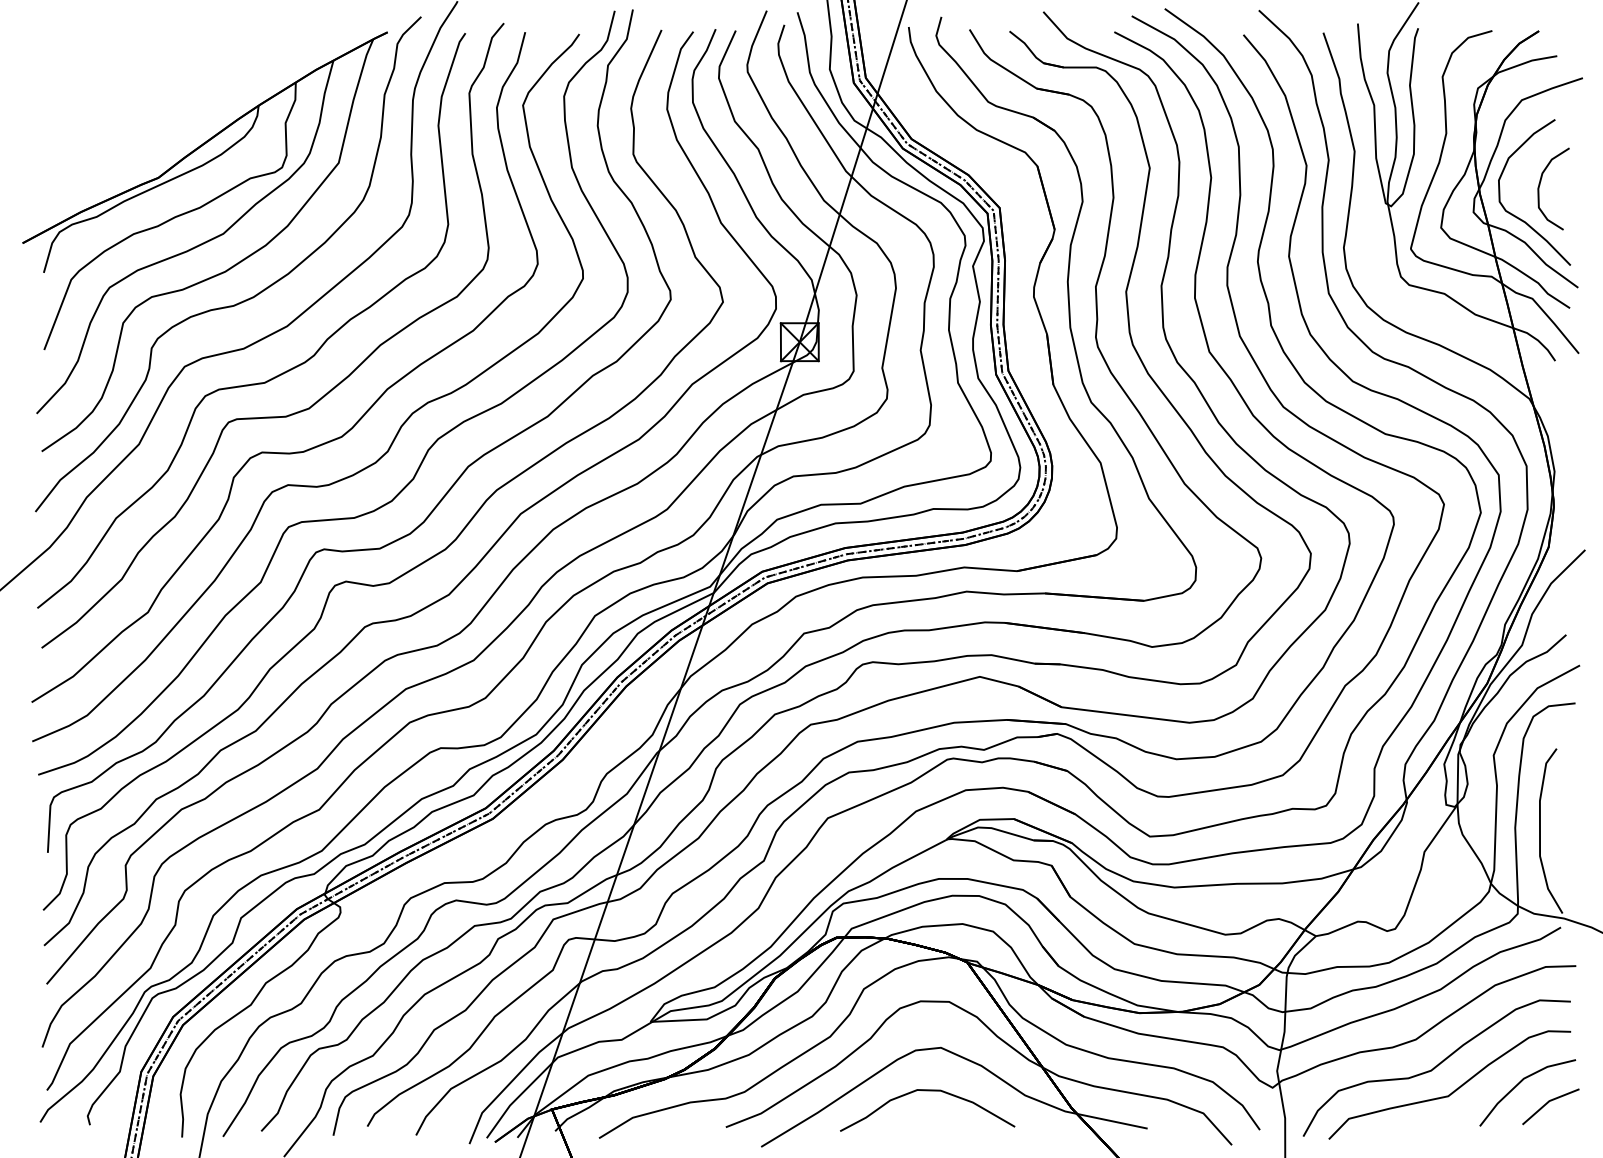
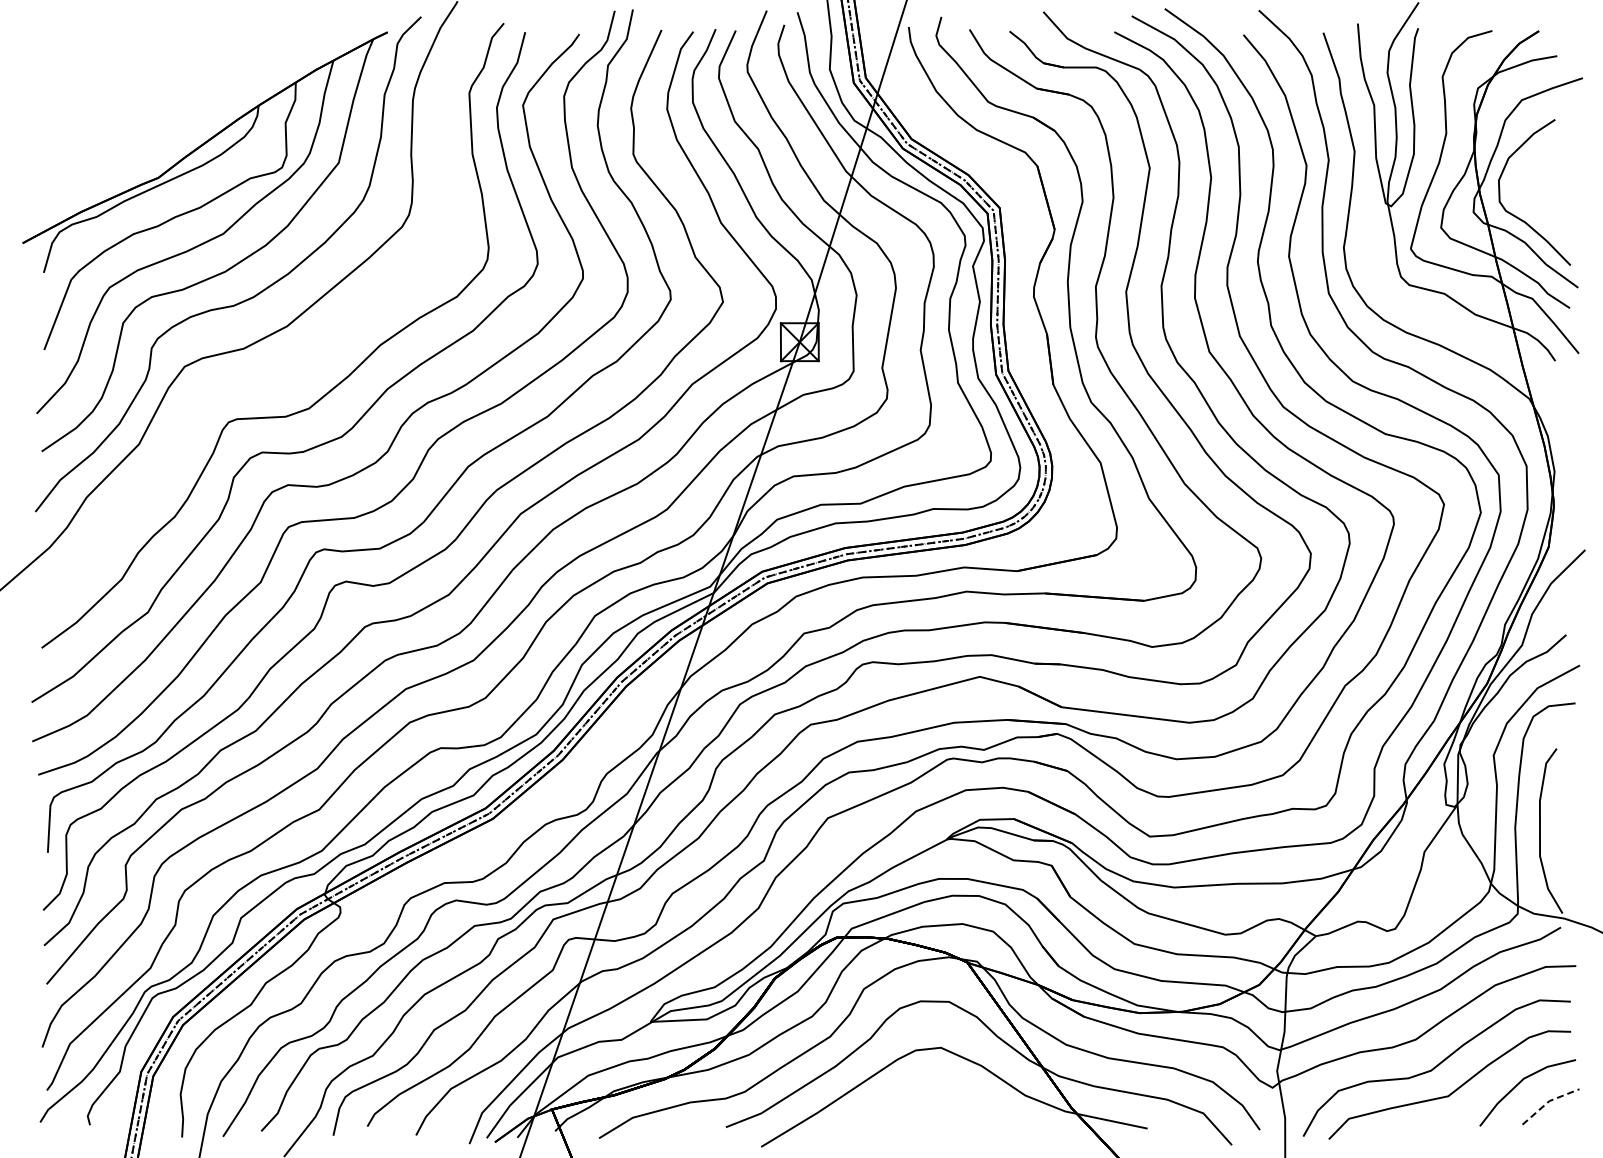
curve at (1540, 185): present -> none
curve at (278, 374): present -> none
curve at (927, 1091): present -> none
line at (1548, 1101): solid -> dashed
